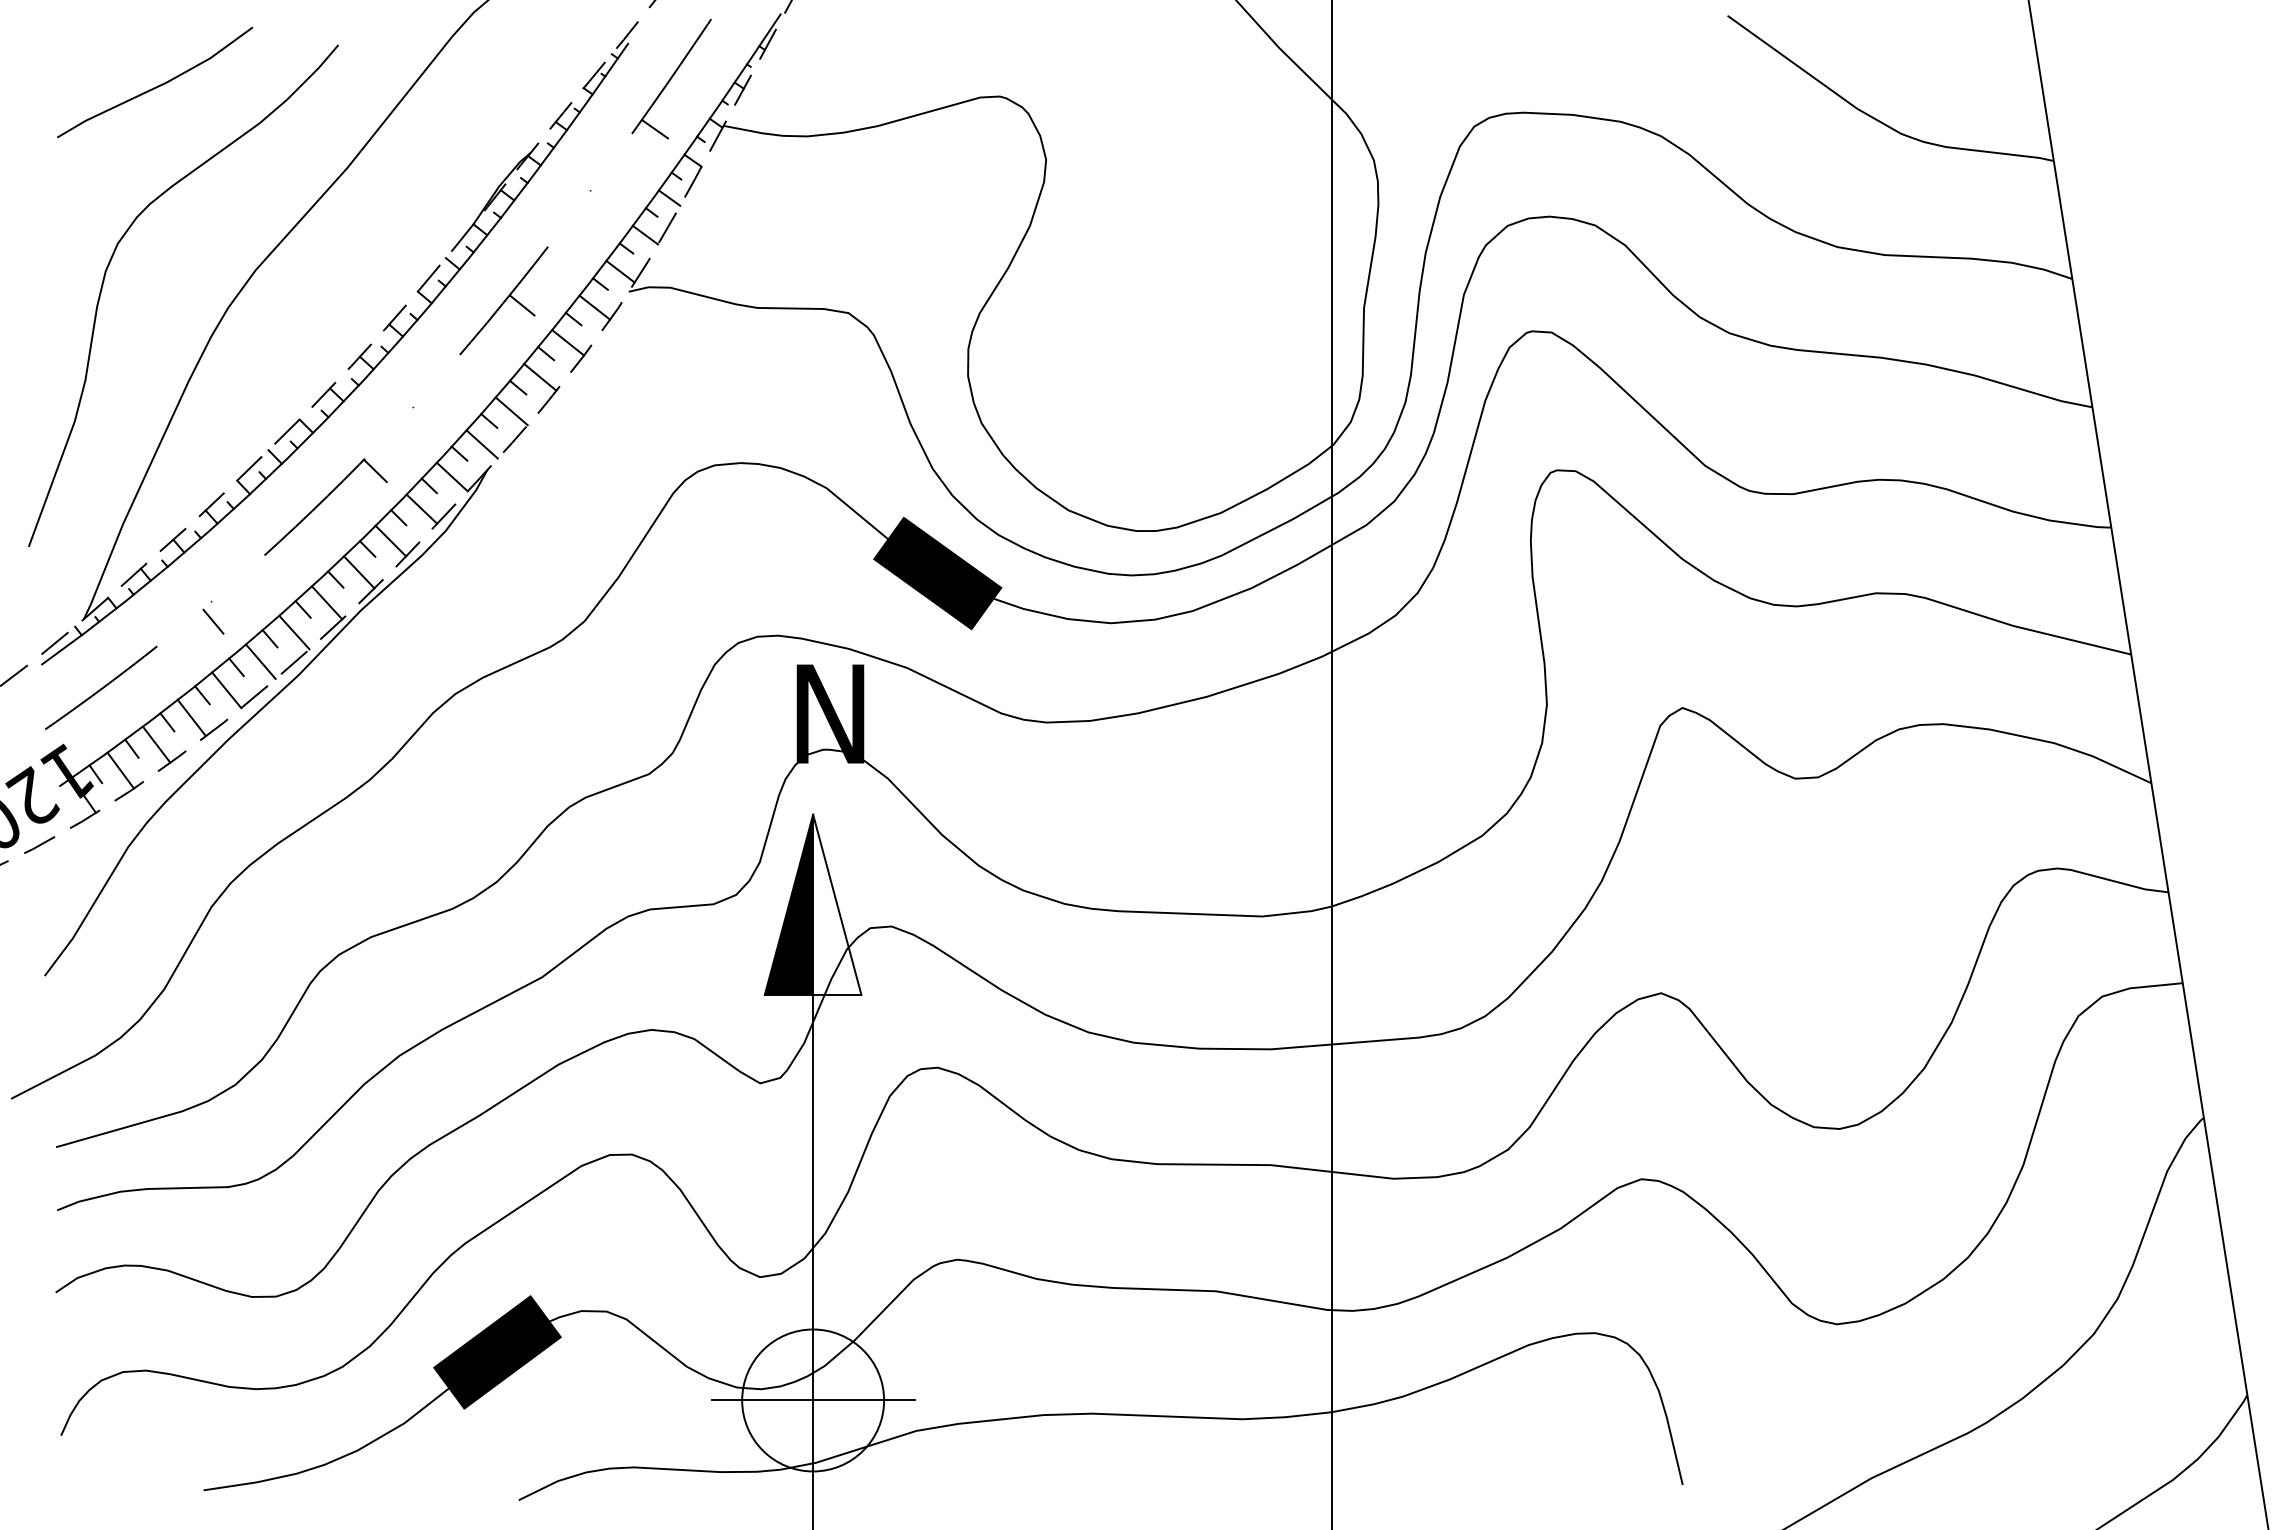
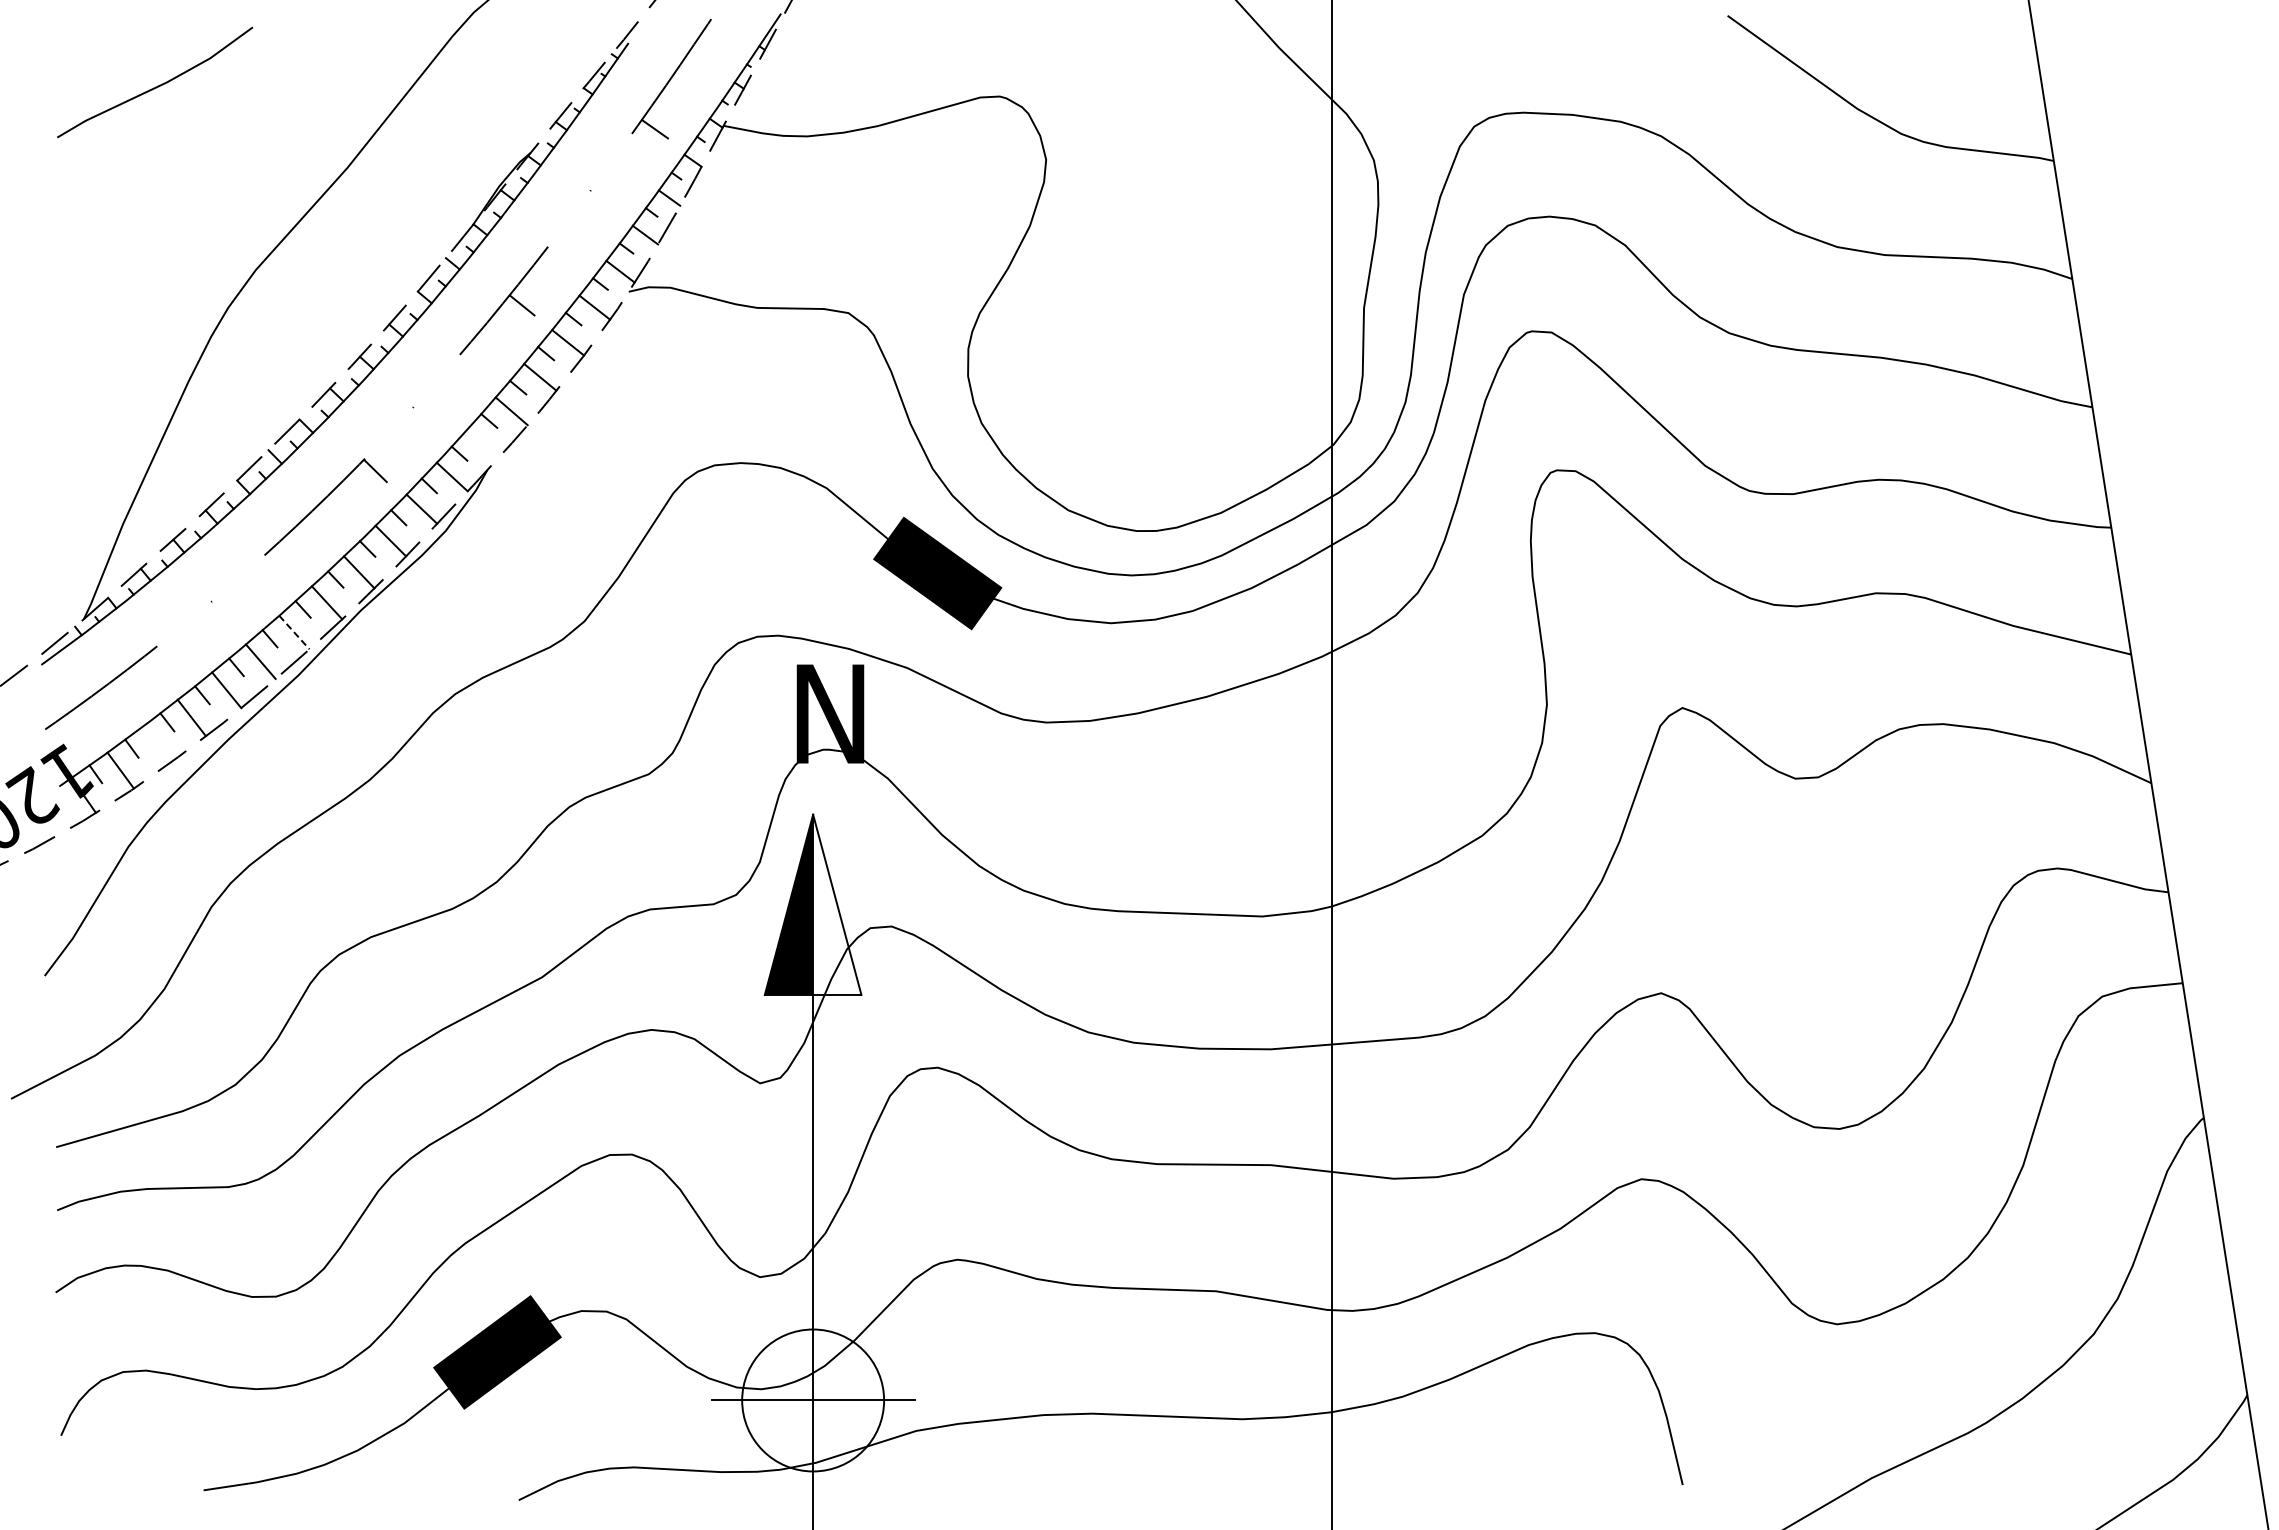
curve at (110, 263): present -> none
line at (481, 444): present -> none
line at (213, 621): present -> none
line at (294, 632): solid -> dashed
line at (156, 744): present -> none
